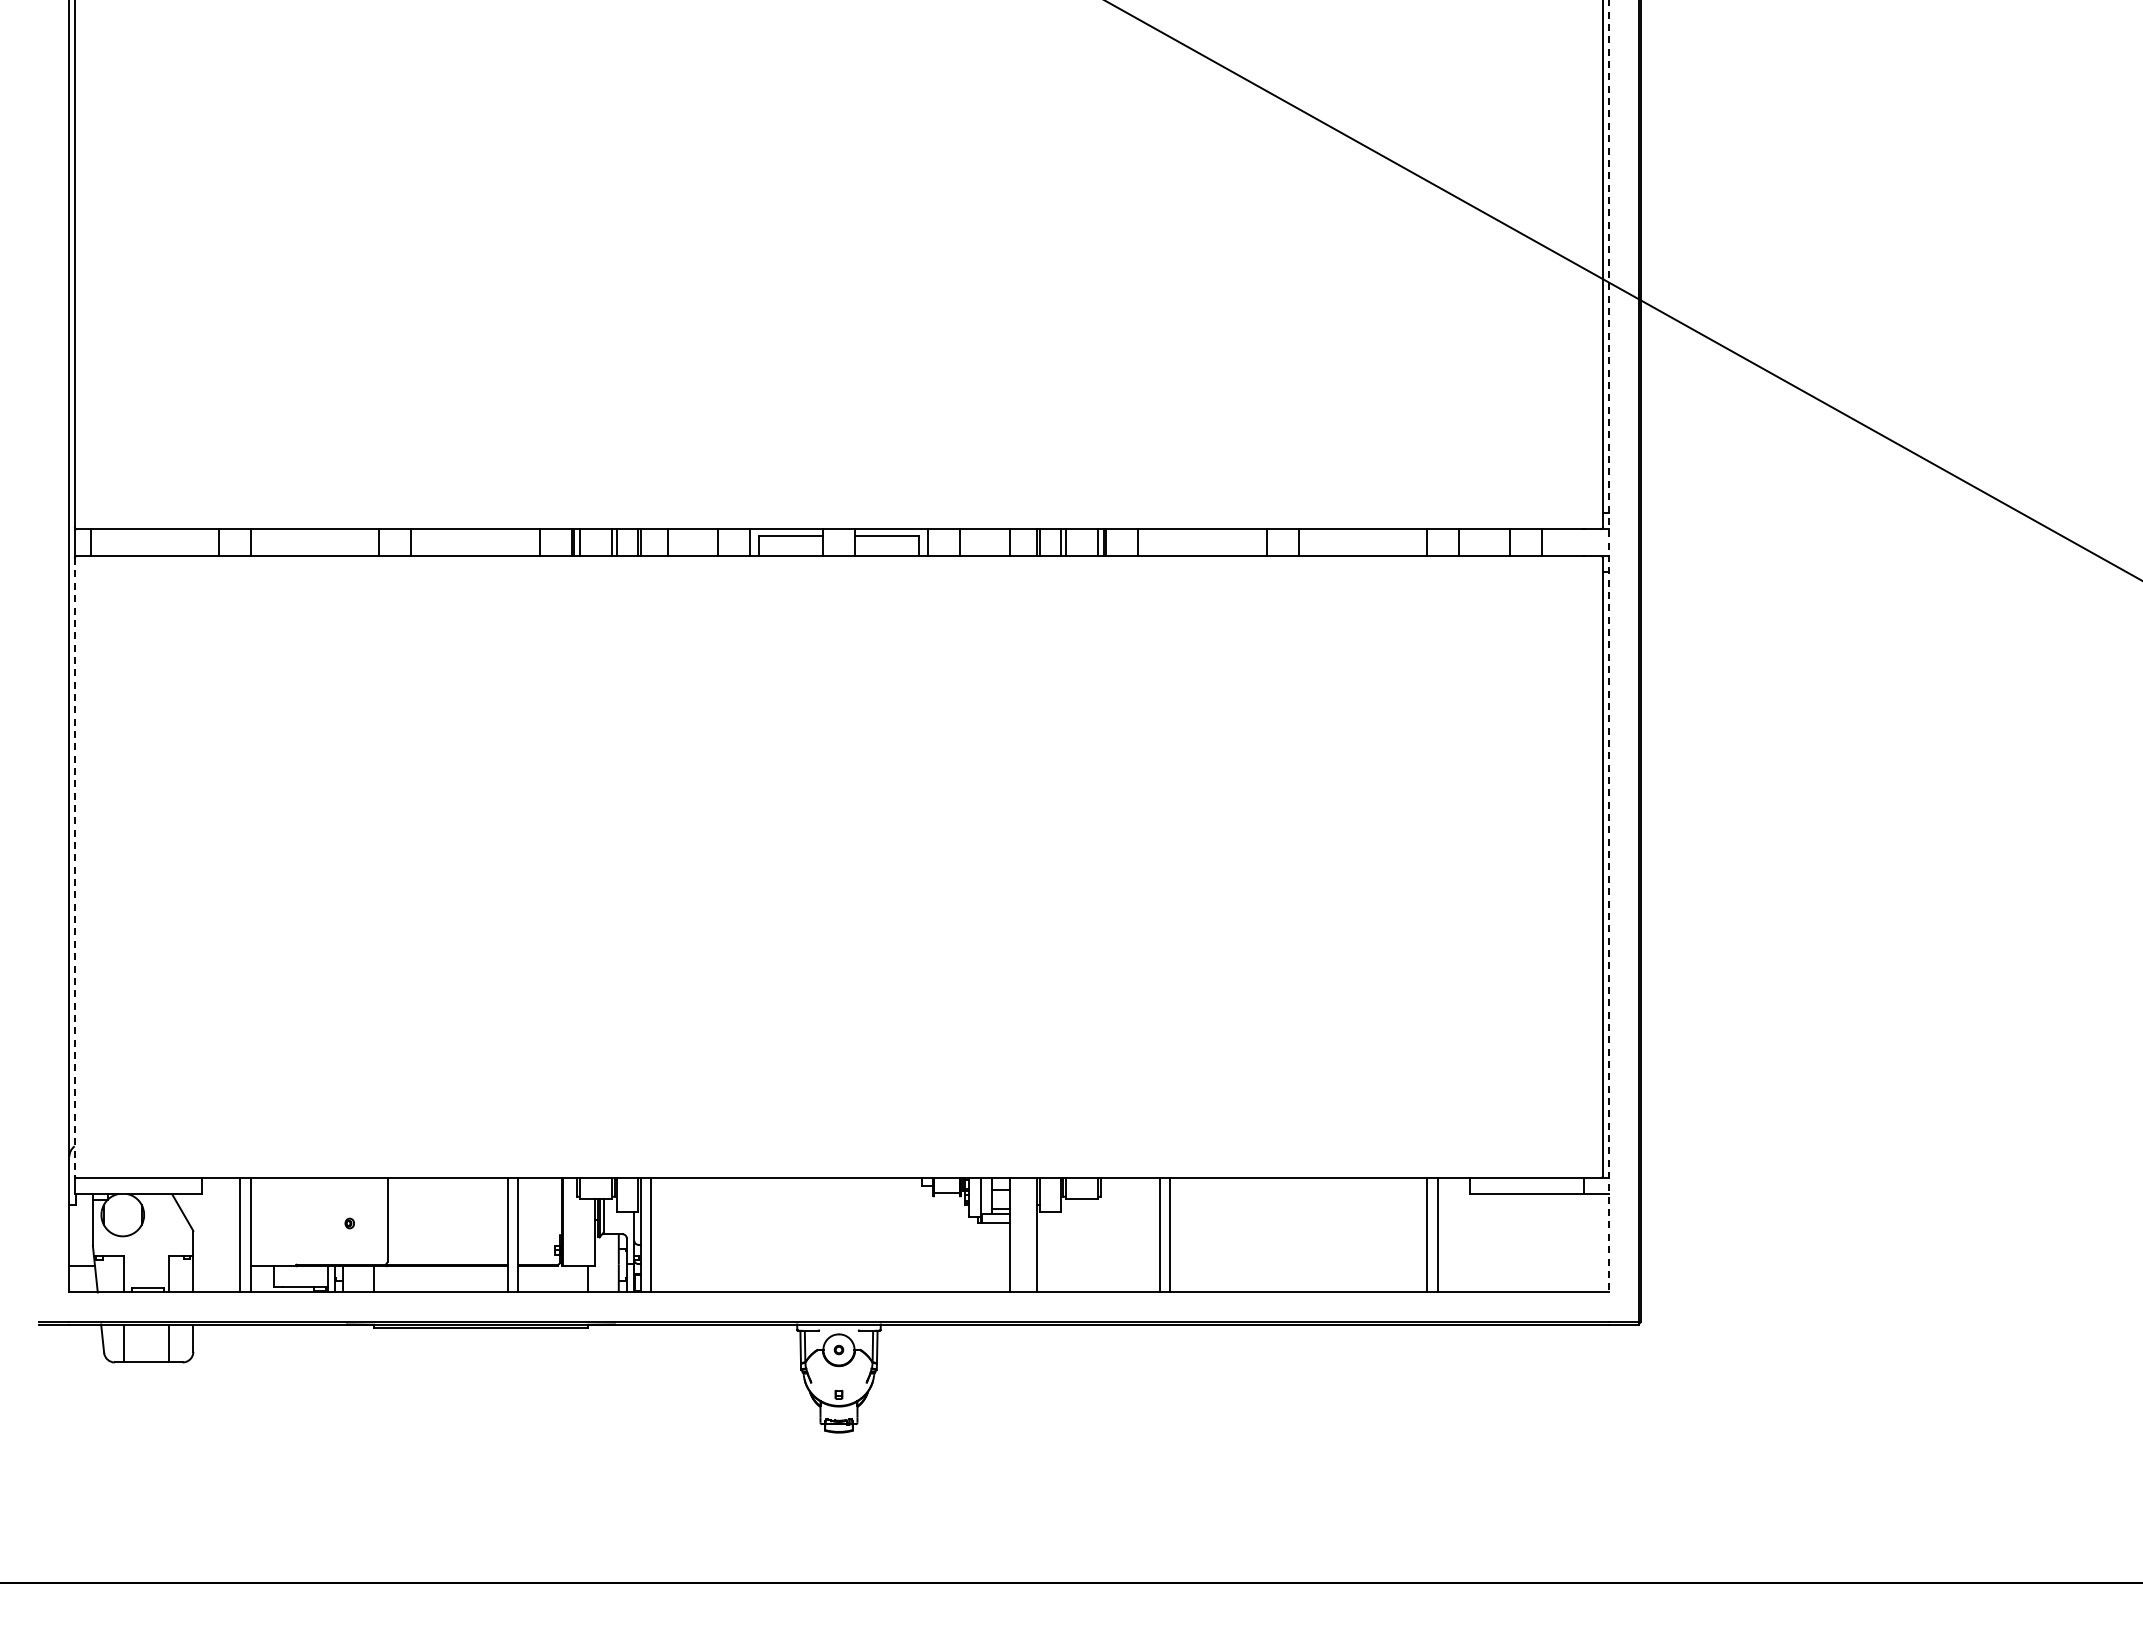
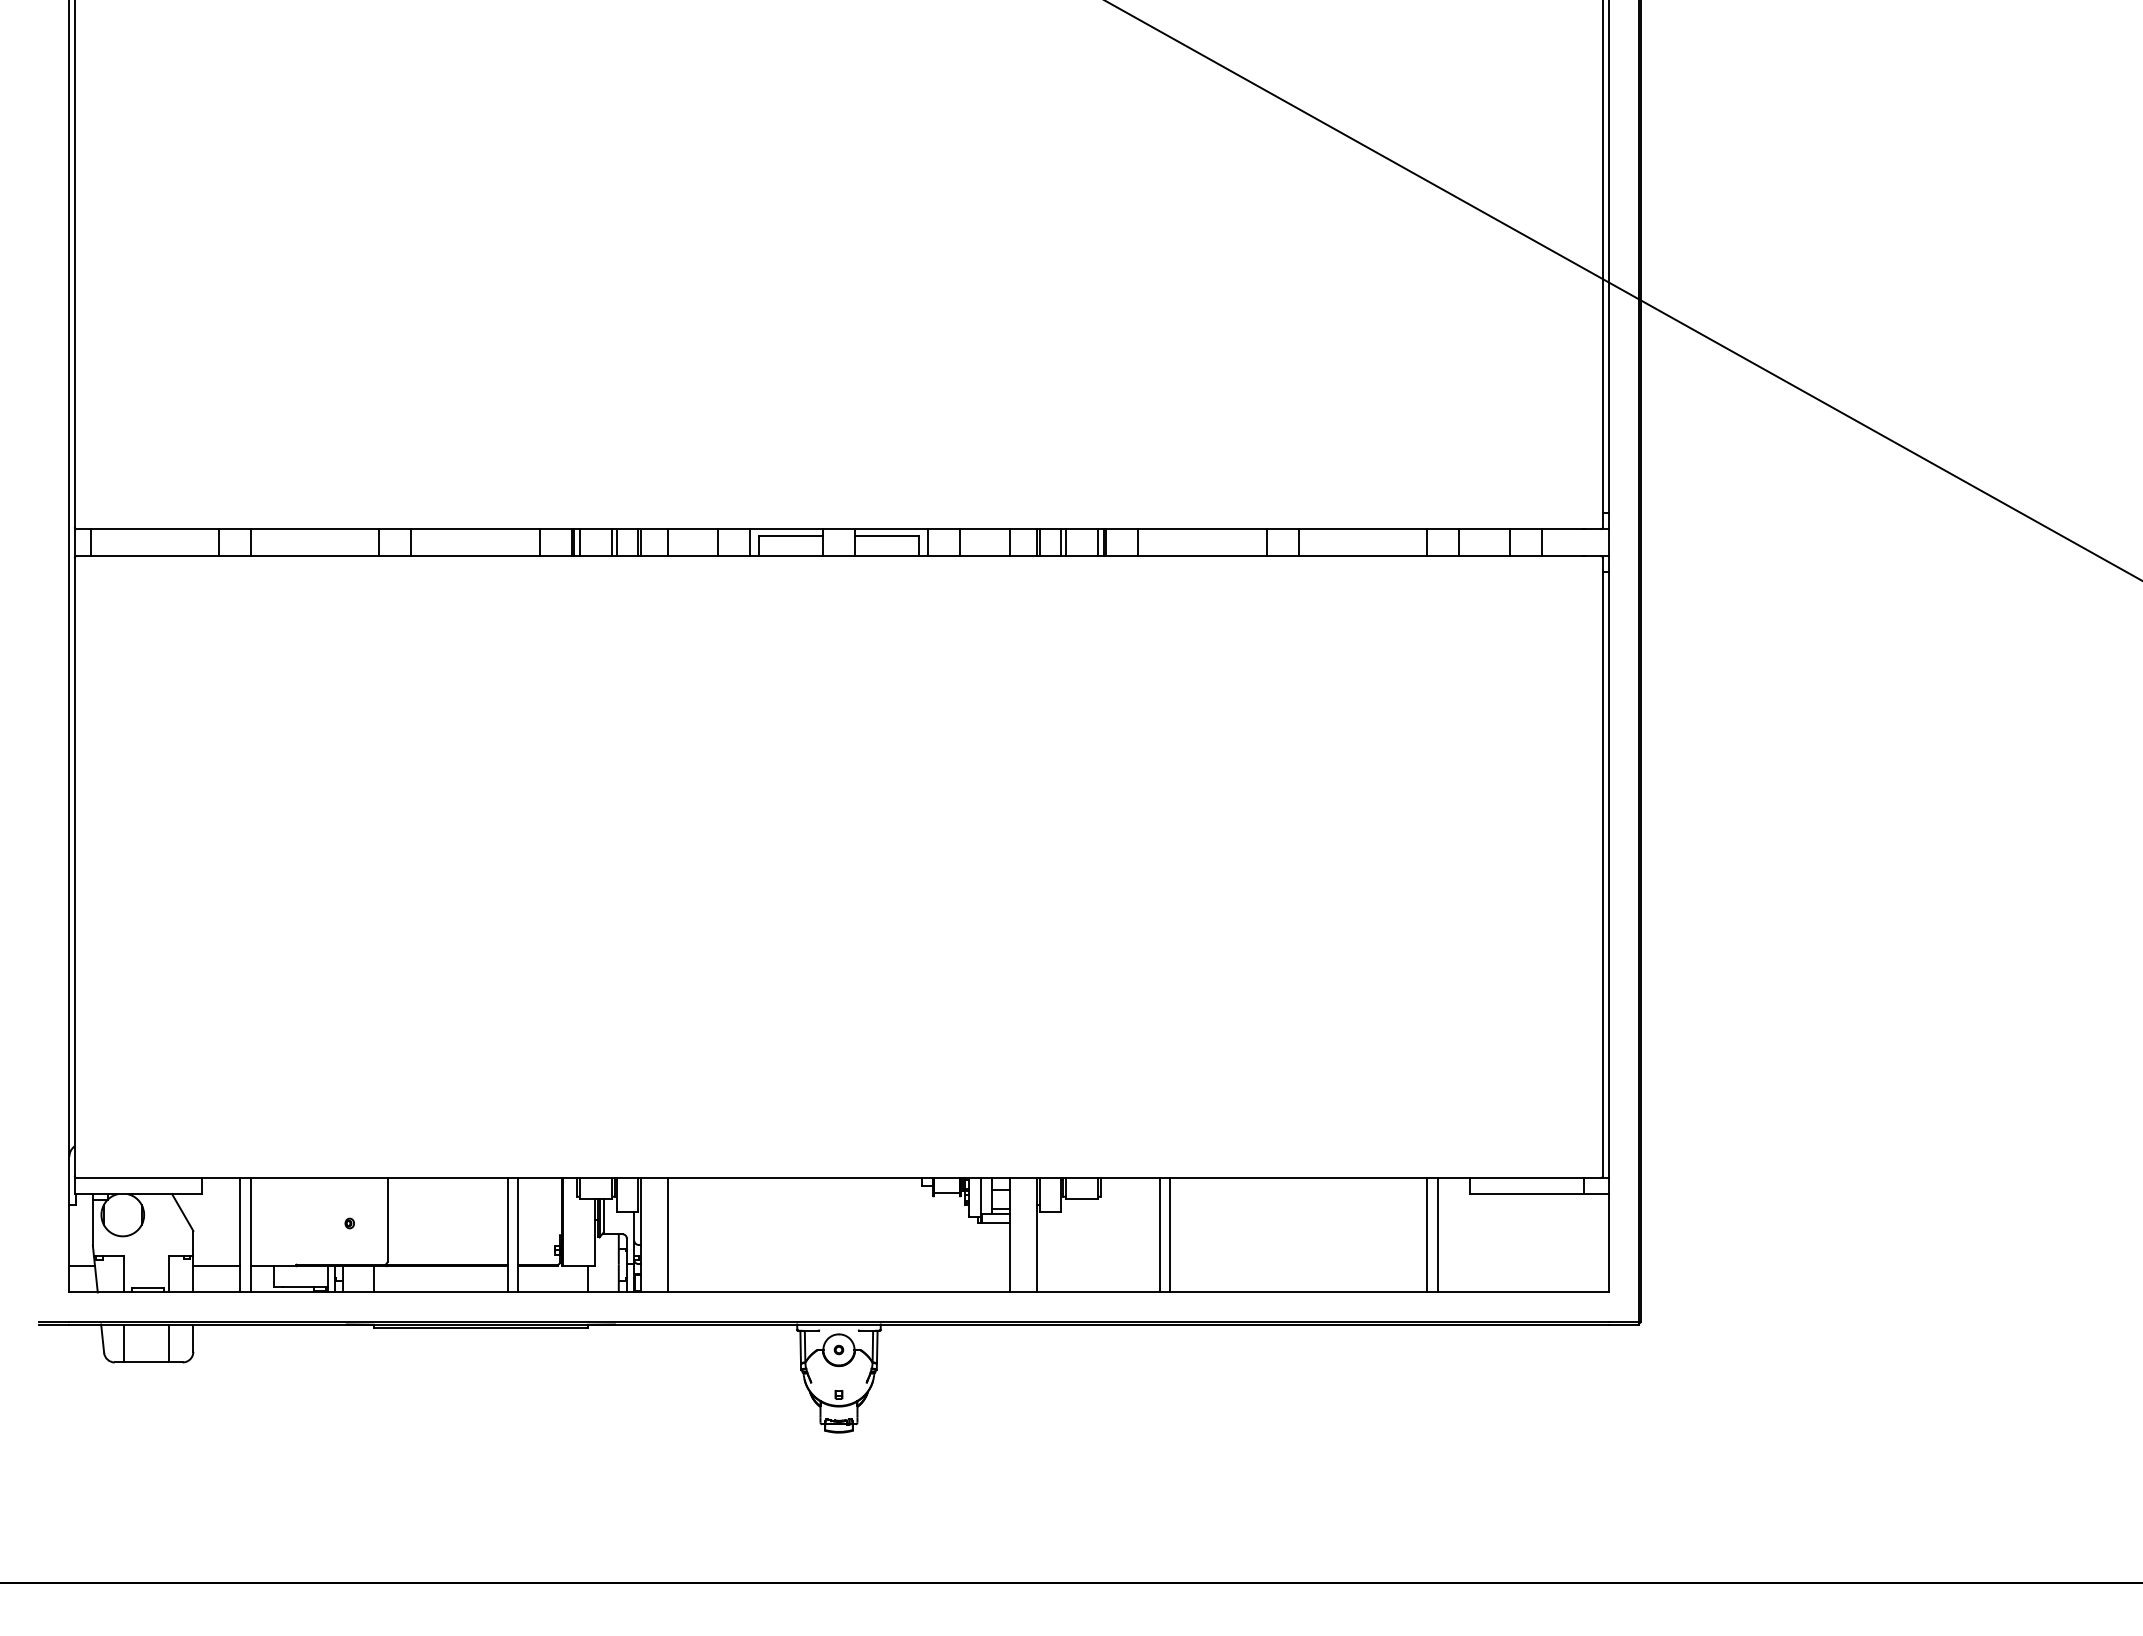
line at (1608, 646): dashed -> solid
line at (74, 867): dashed -> solid
line at (650, 1235) position: (650, 1235) -> (667, 1235)
line at (216, 1266): none -> present
